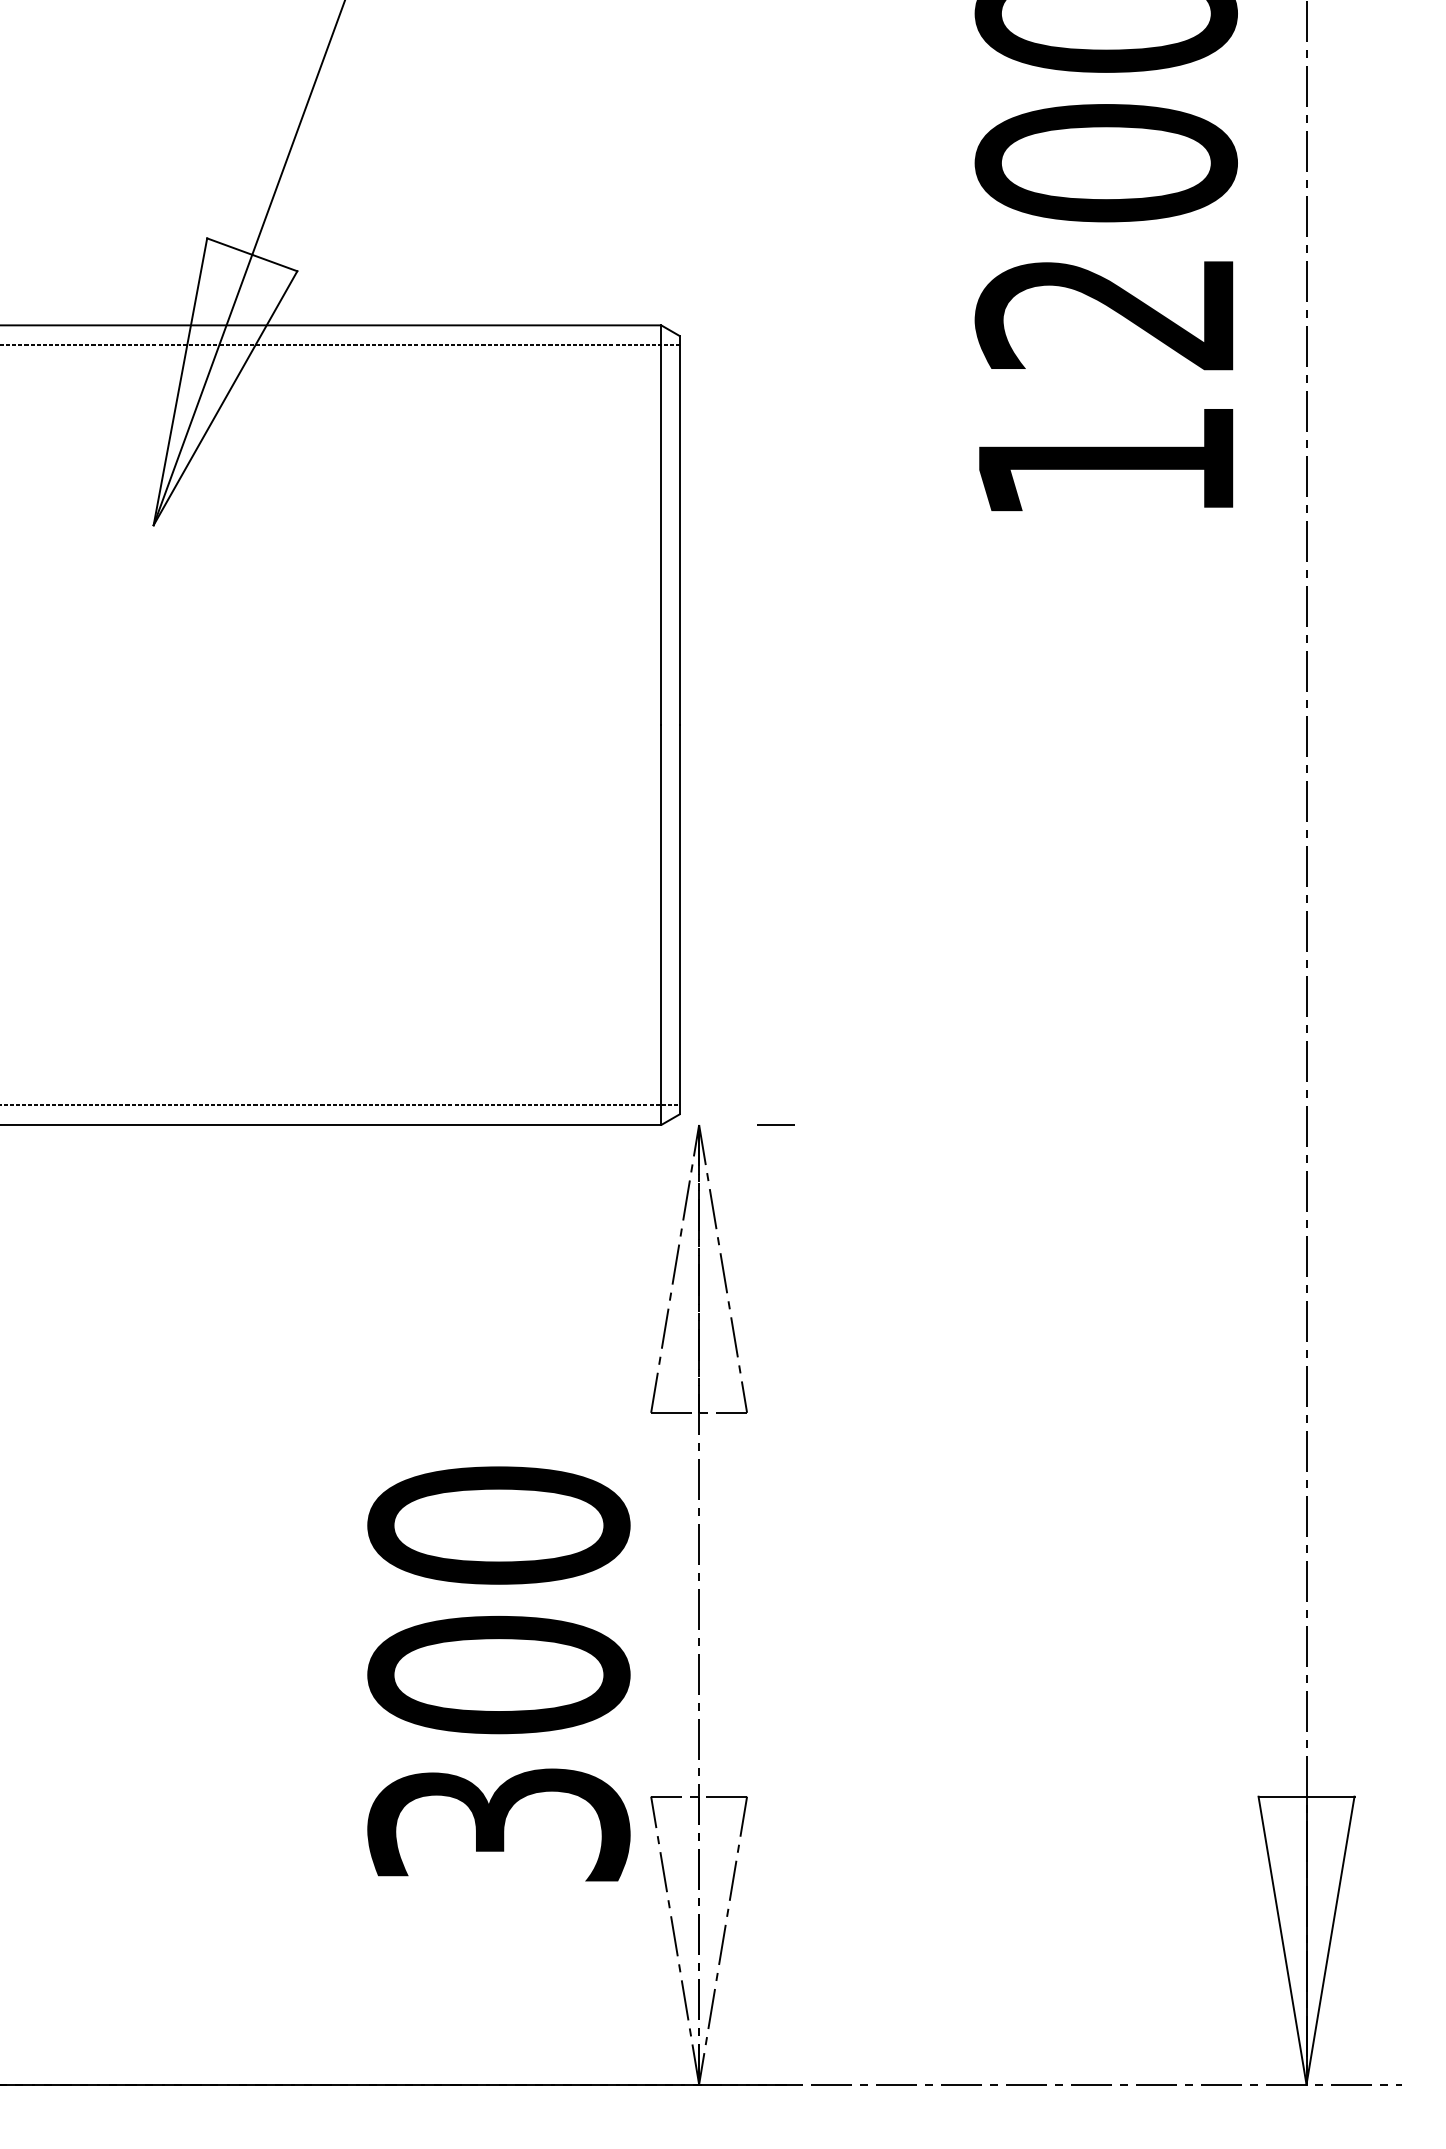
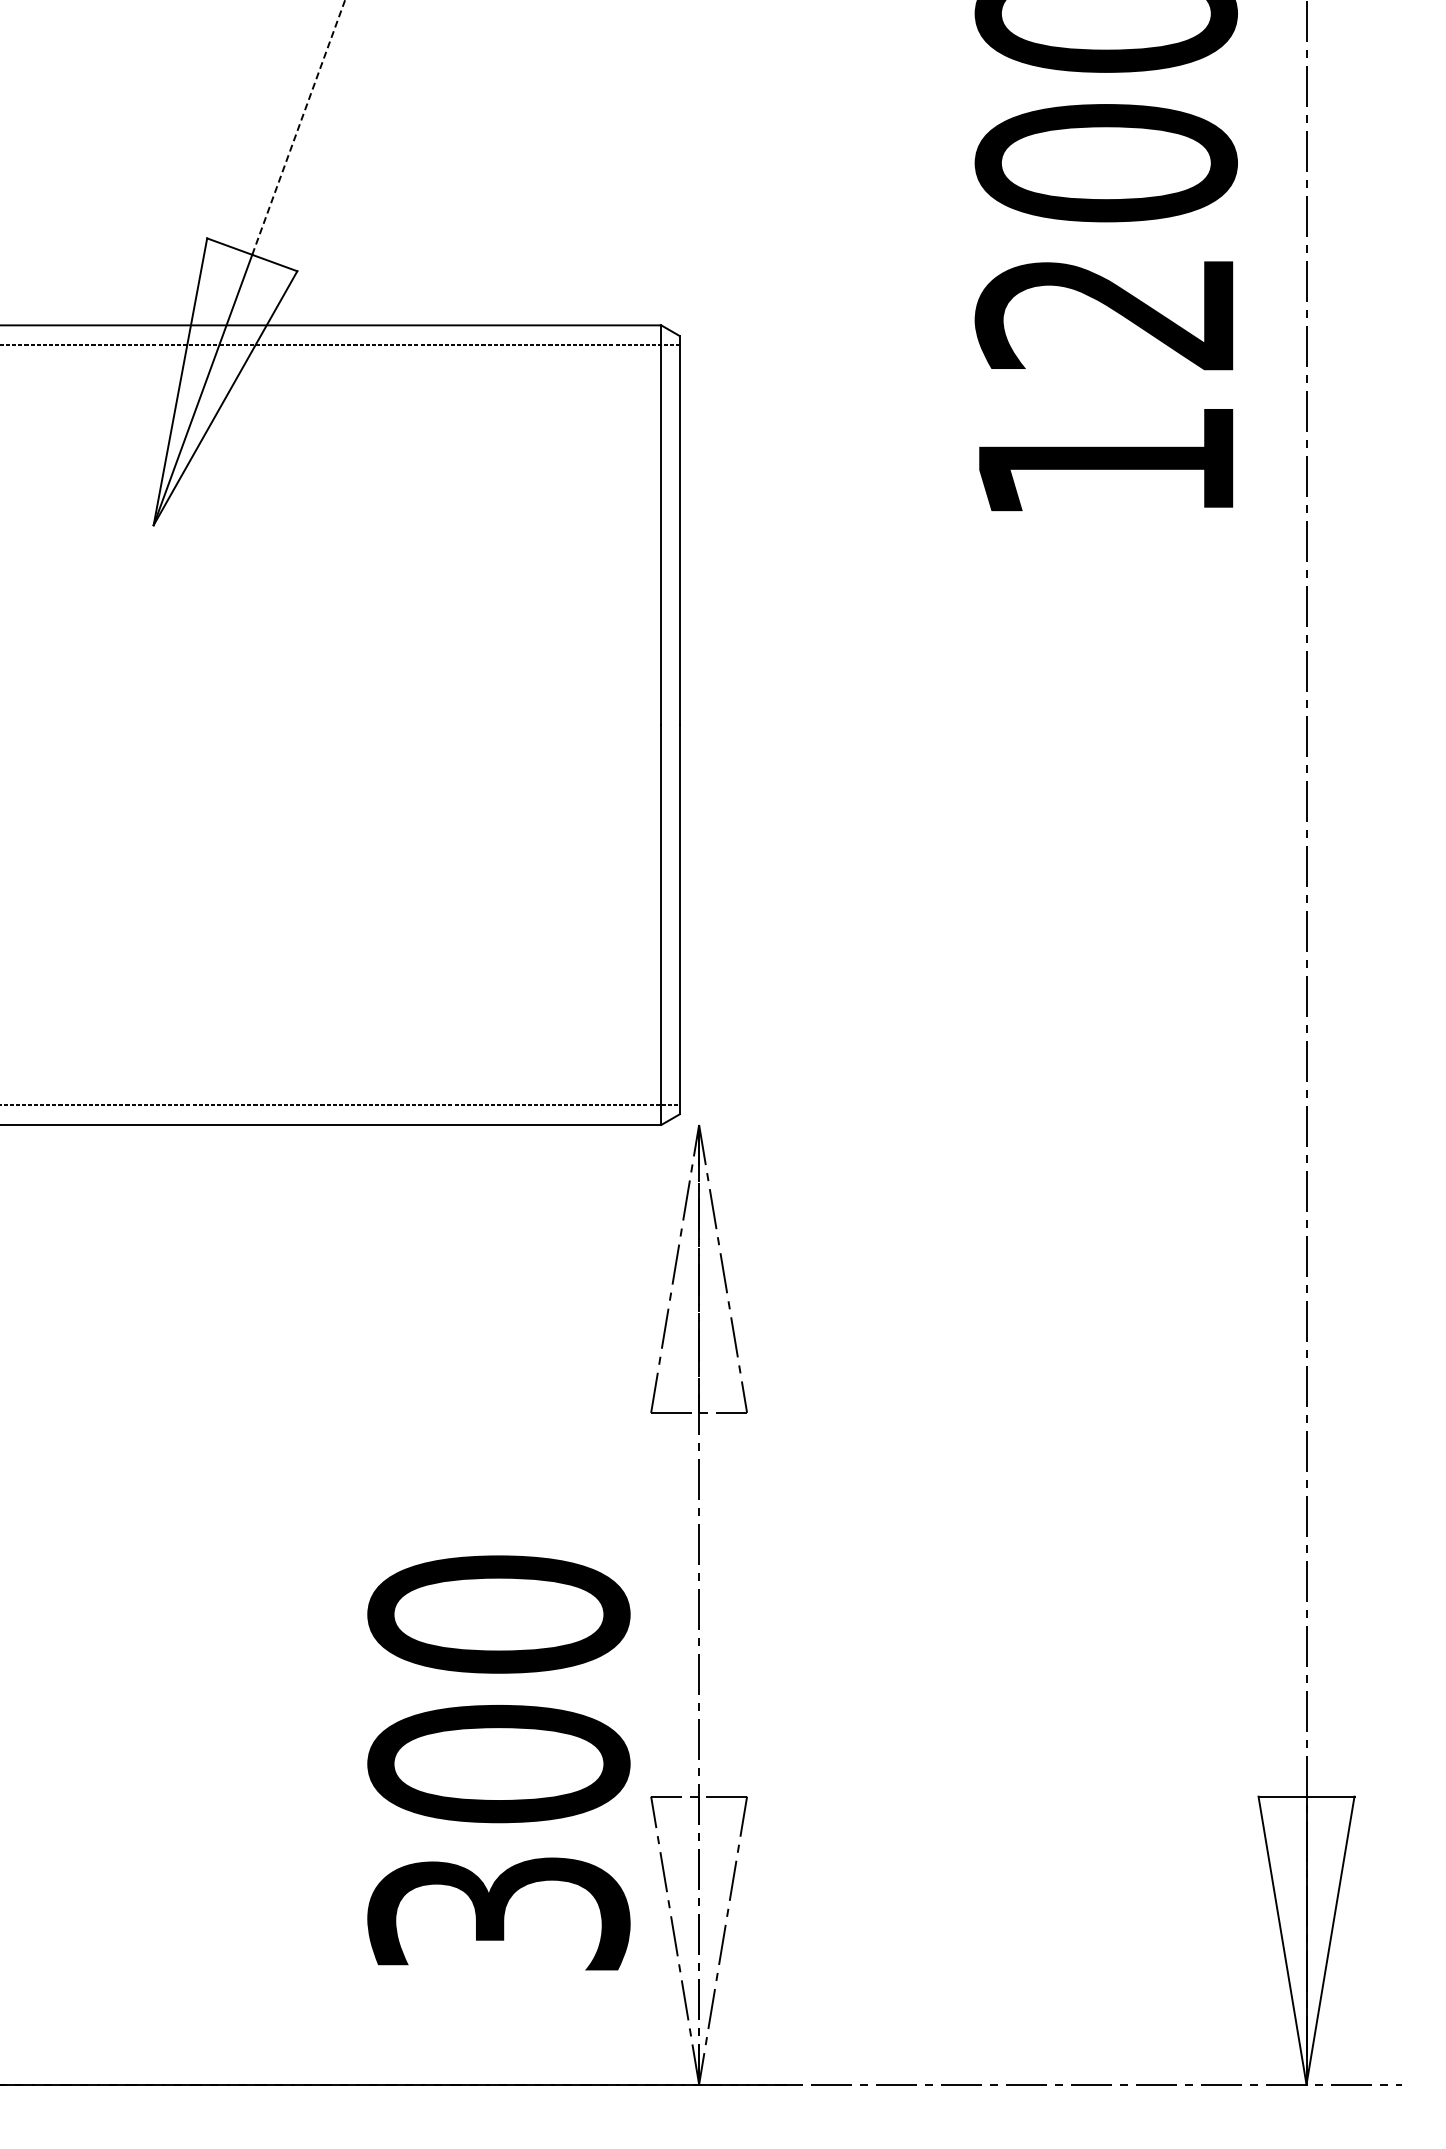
line at (298, 127): solid -> dashed
line at (776, 1124): present -> none
text at (498, 1673) position: (498, 1673) -> (498, 1762)
